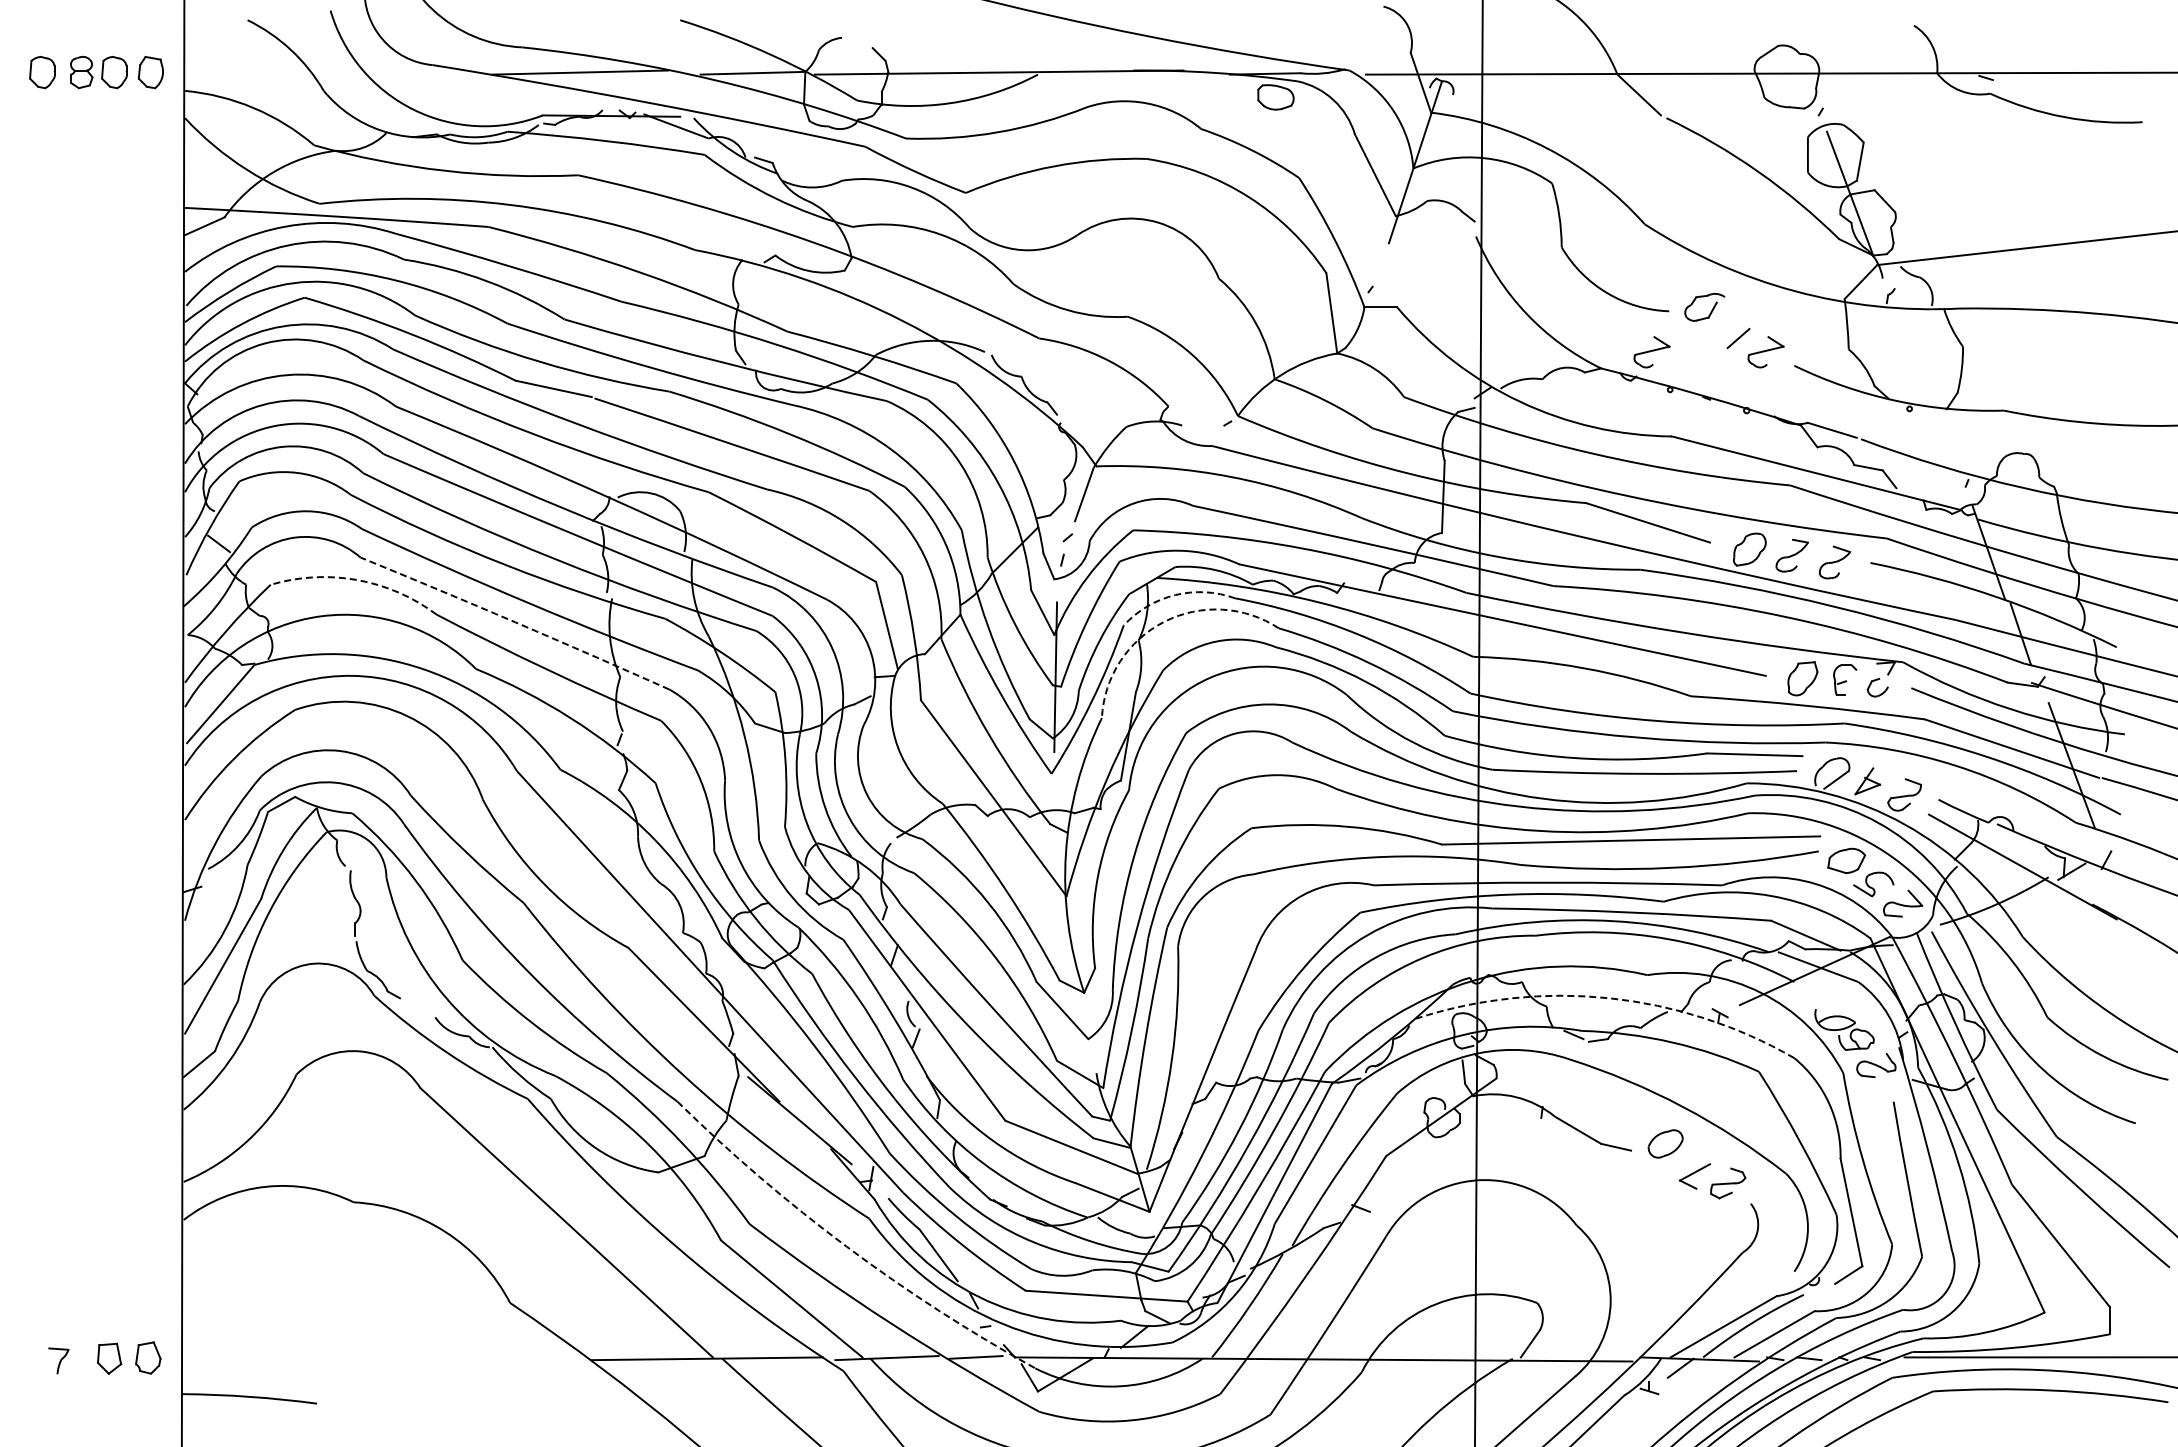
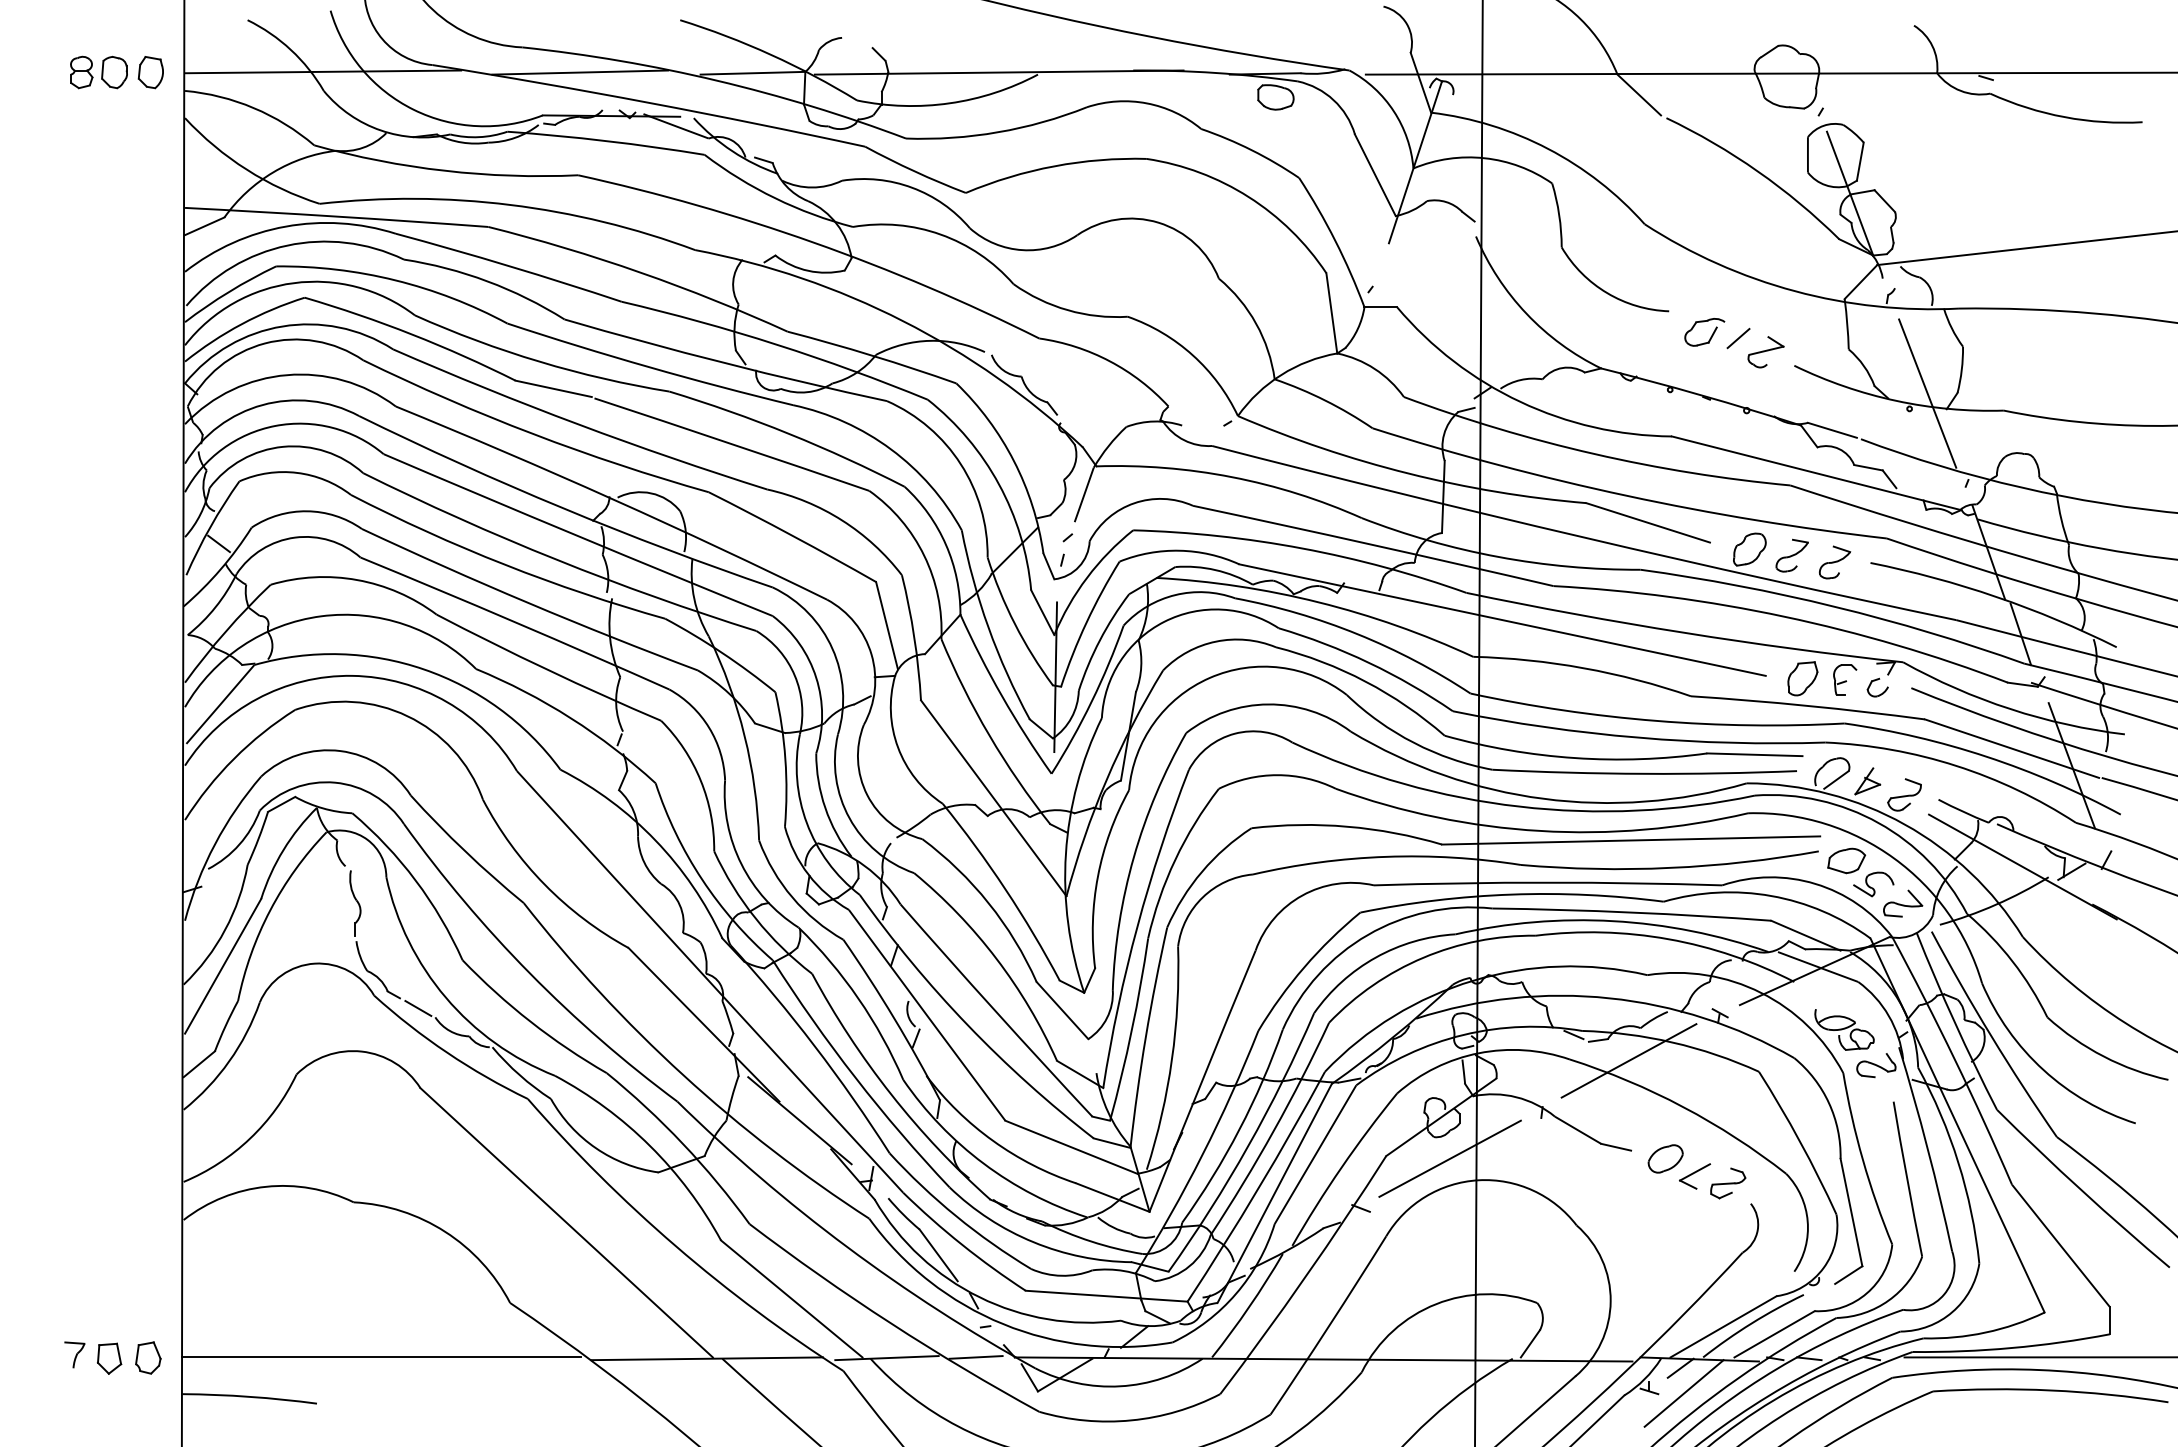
line at (323, 71): none -> present
part at (42, 72): present -> none
part at (1710, 311) position: (1710, 311) -> (1710, 336)
part at (1651, 352): present -> none
line at (1927, 393): none -> present
arc at (357, 580): dashed -> solid
arc at (1175, 595): dashed -> solid
arc at (1164, 621): dashed -> solid
arc at (515, 622): dashed -> solid
arc at (1609, 998): dashed -> solid
line at (418, 1008): none -> present
line at (1628, 1060): none -> present
part at (1665, 1143) position: (1665, 1143) -> (1665, 1158)
line at (1449, 1158): none -> present
arc at (847, 1247): dashed -> solid
line at (381, 1357): none -> present
part at (58, 1360) position: (58, 1360) -> (74, 1354)
line at (1683, 1393): none -> present
